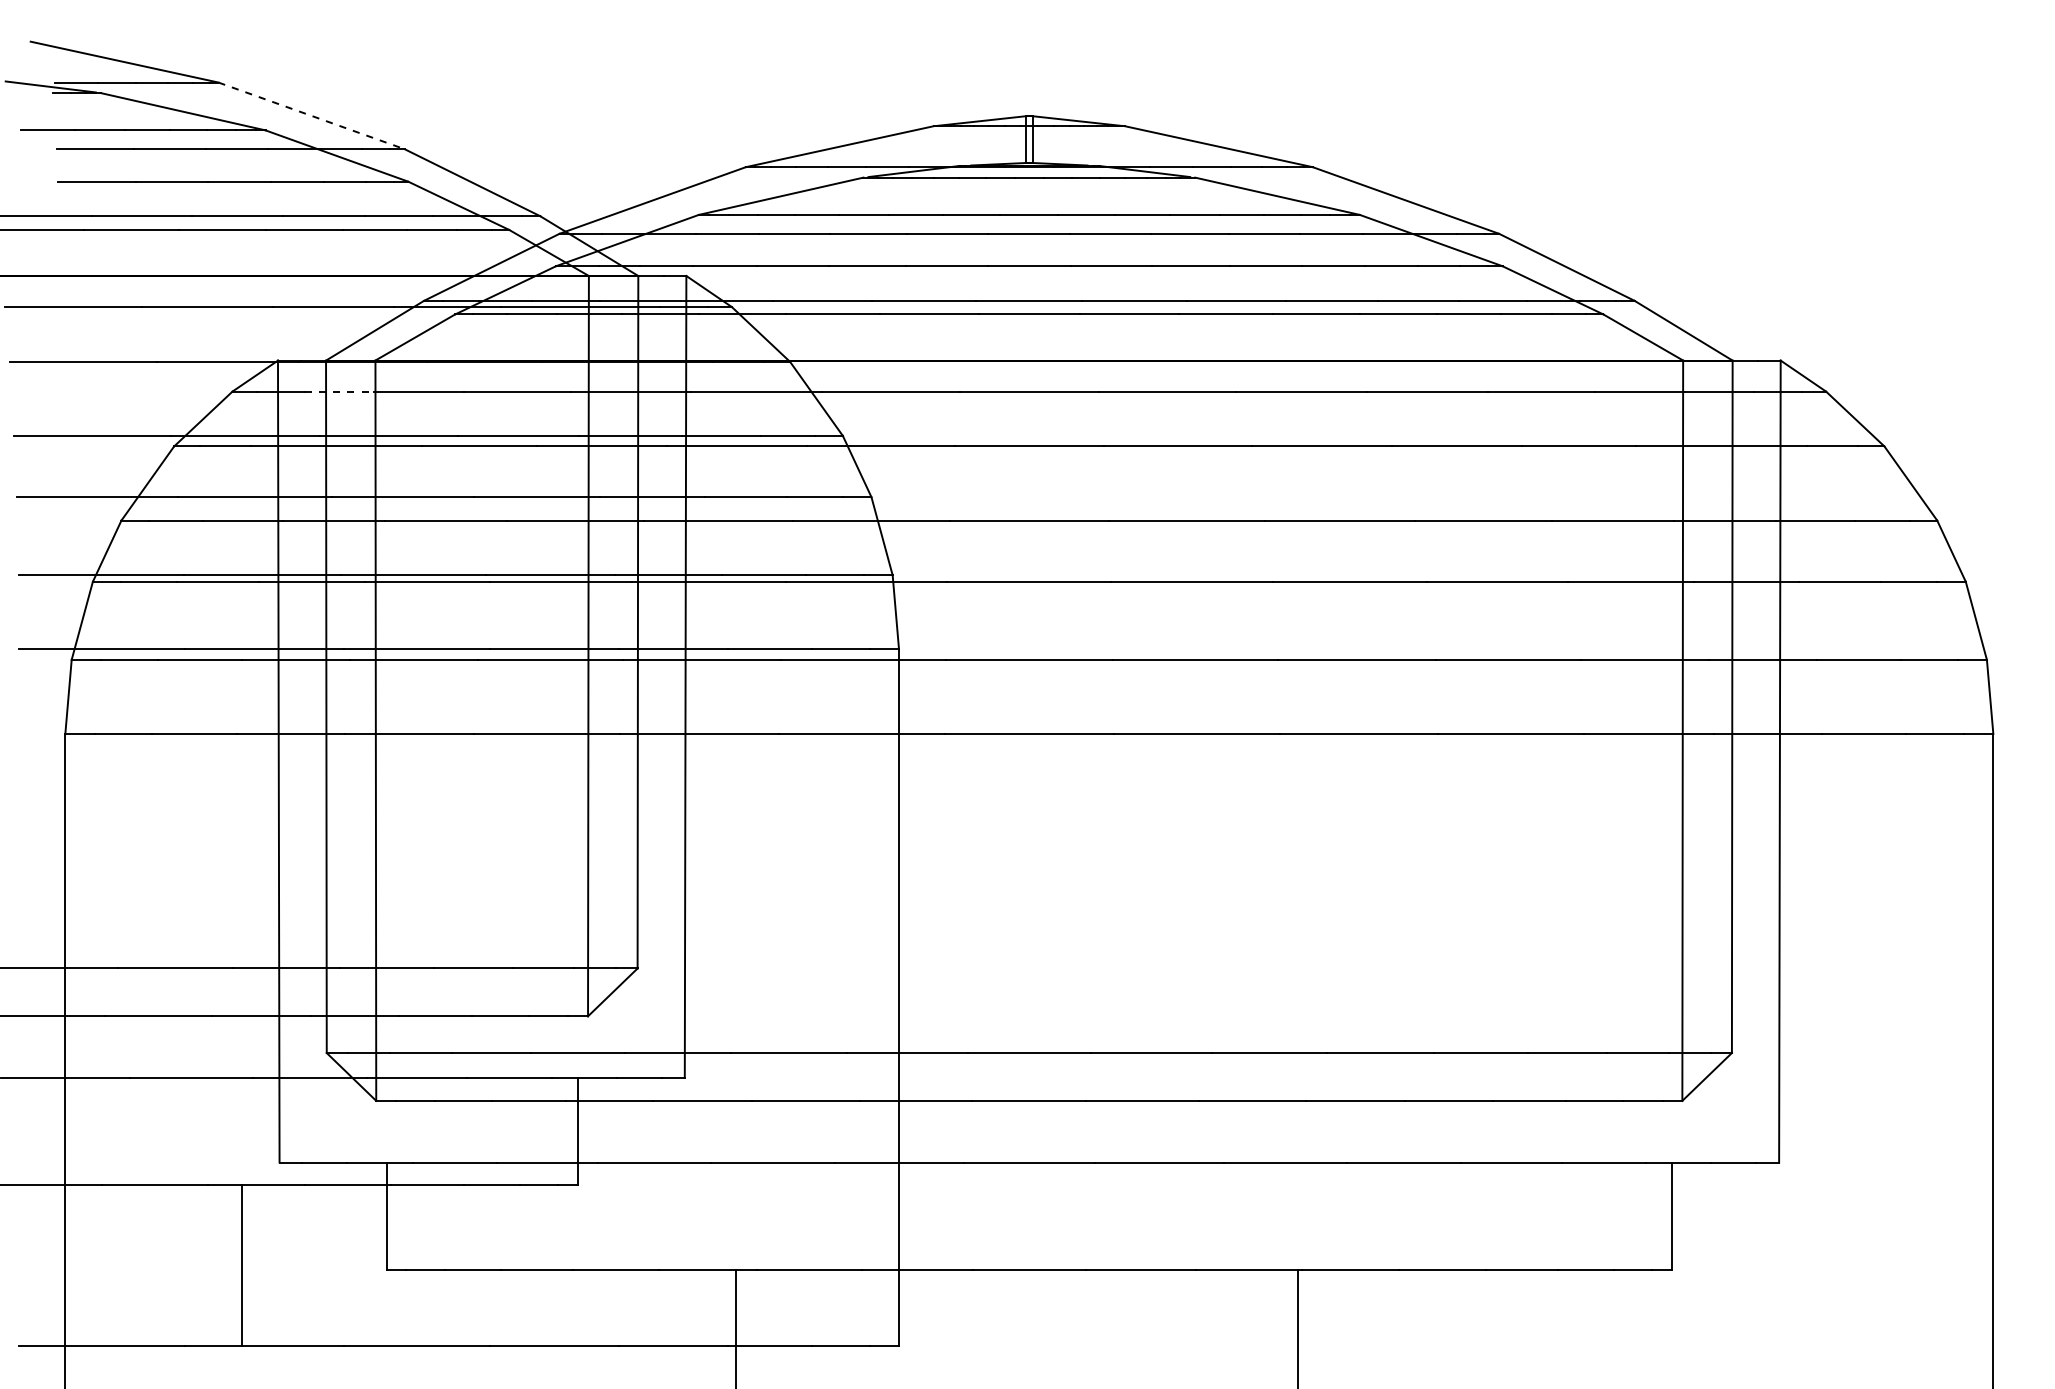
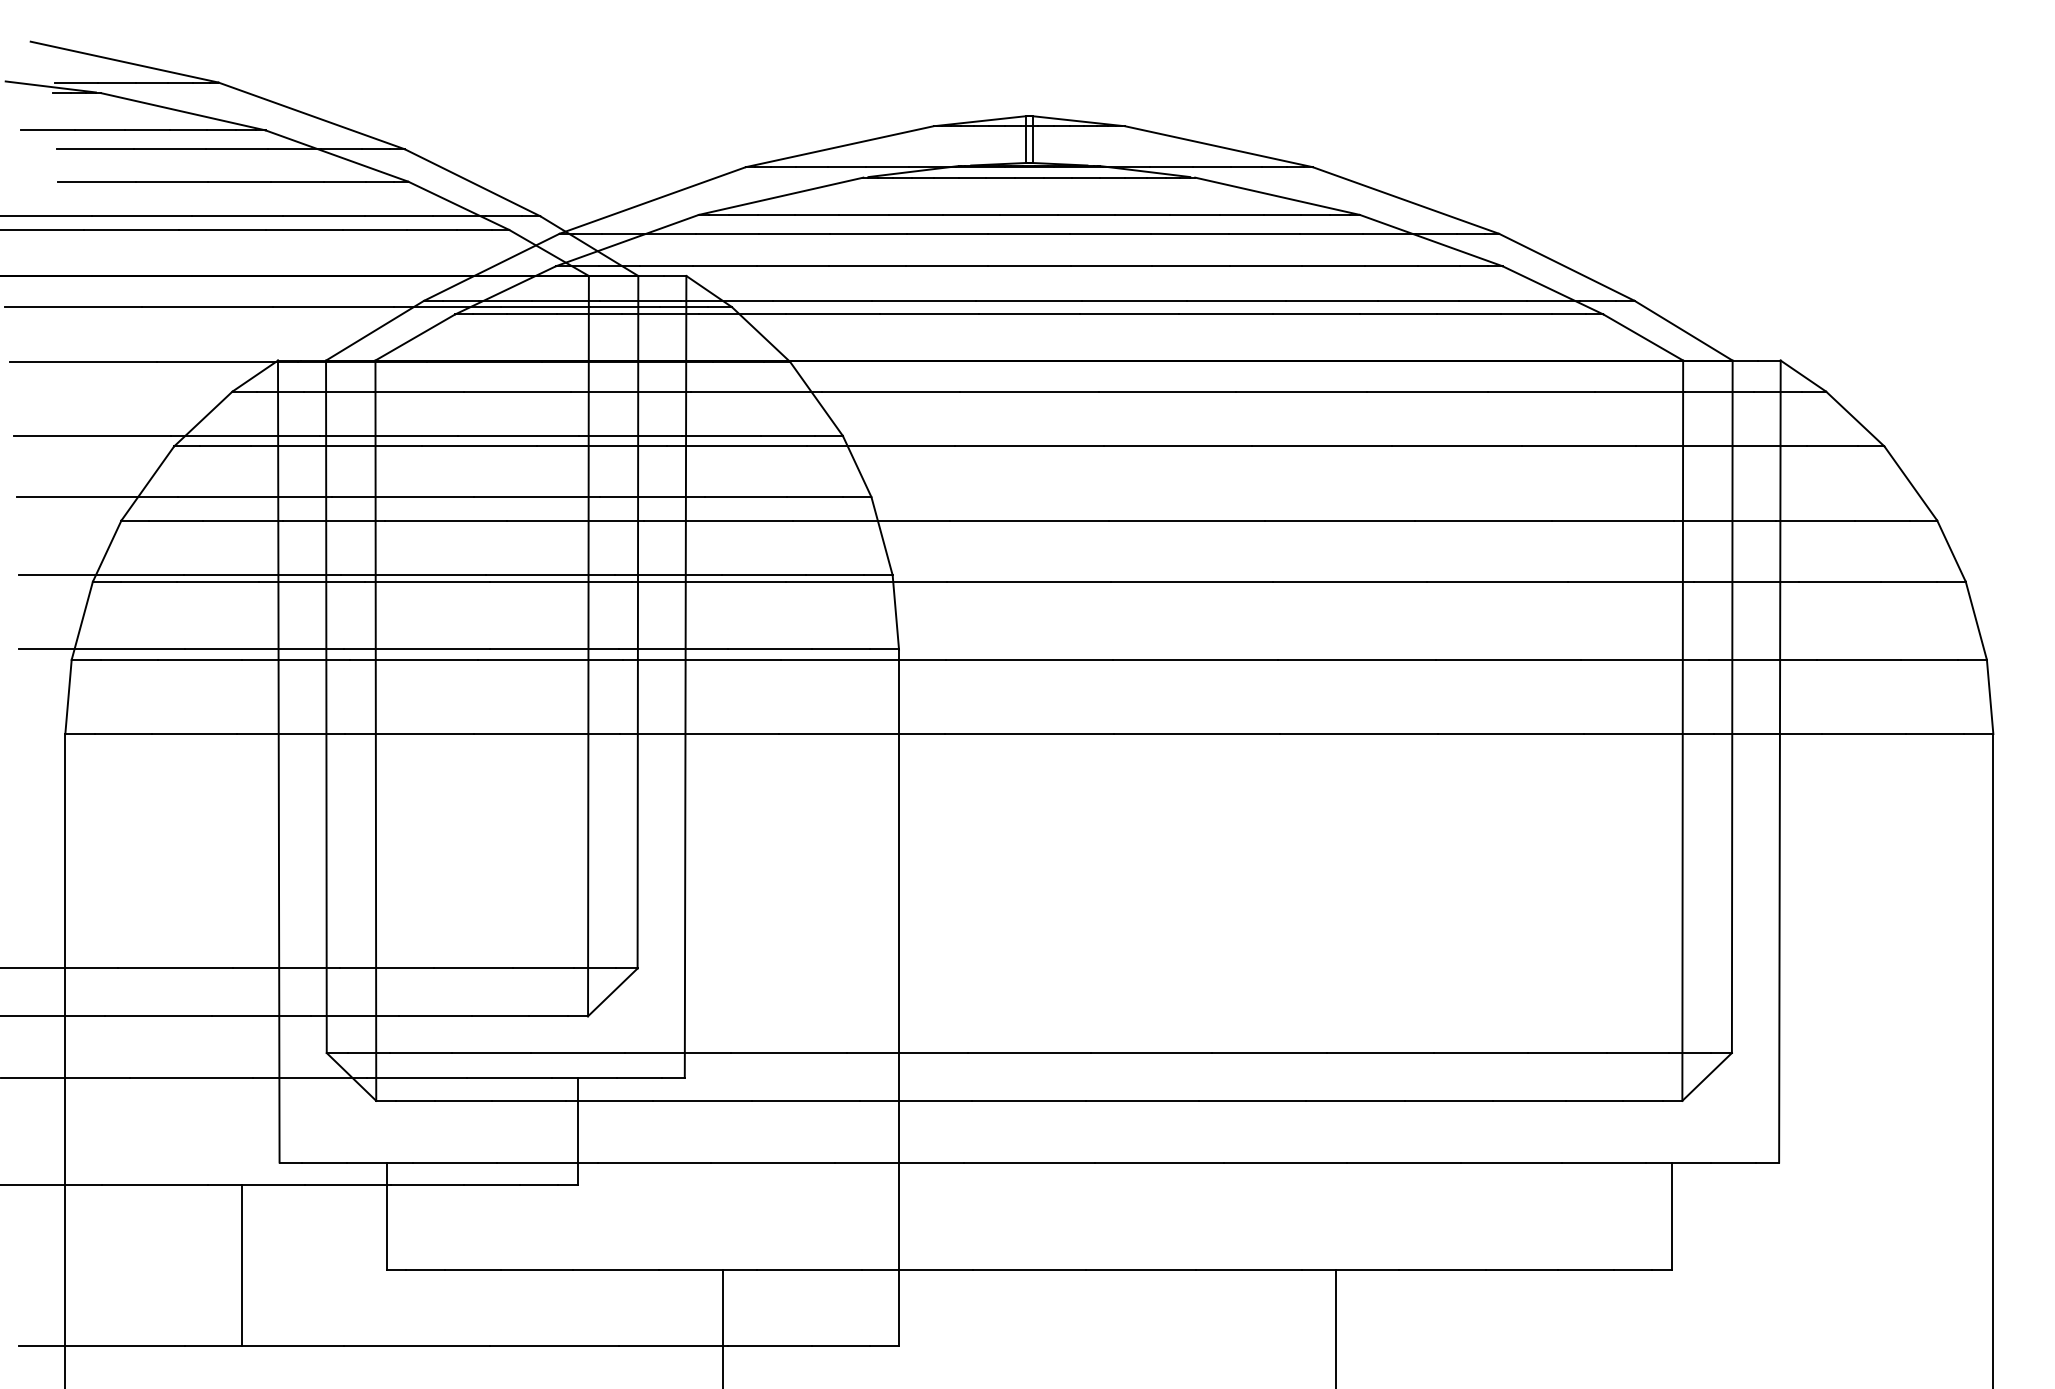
line at (311, 115): dashed -> solid
line at (339, 391): dashed -> solid
line at (735, 1327) position: (735, 1327) -> (722, 1327)
line at (1298, 1327) position: (1298, 1327) -> (1336, 1327)
